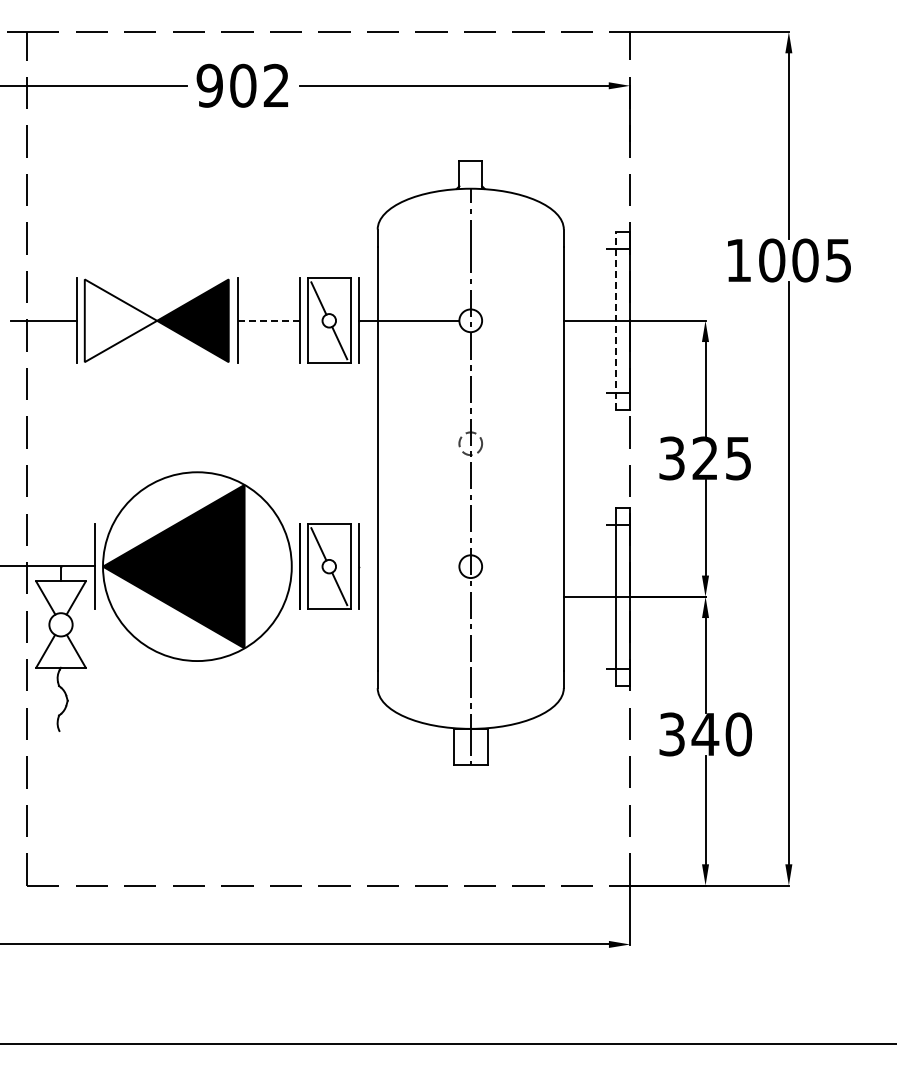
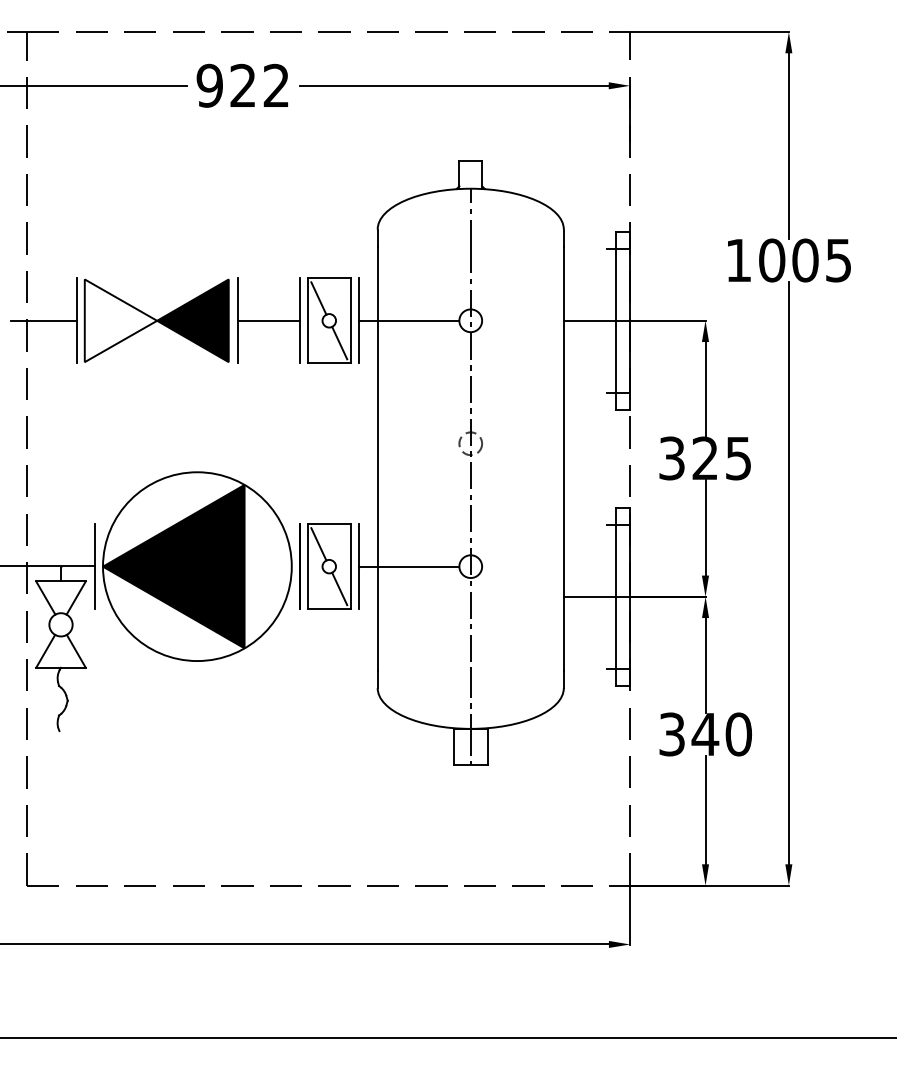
text at (243, 85): 902 -> 922
line at (268, 320): dashed -> solid
line at (616, 320): dashed -> solid
line at (408, 566): none -> present
line at (447, 1043) position: (447, 1043) -> (447, 1037)
